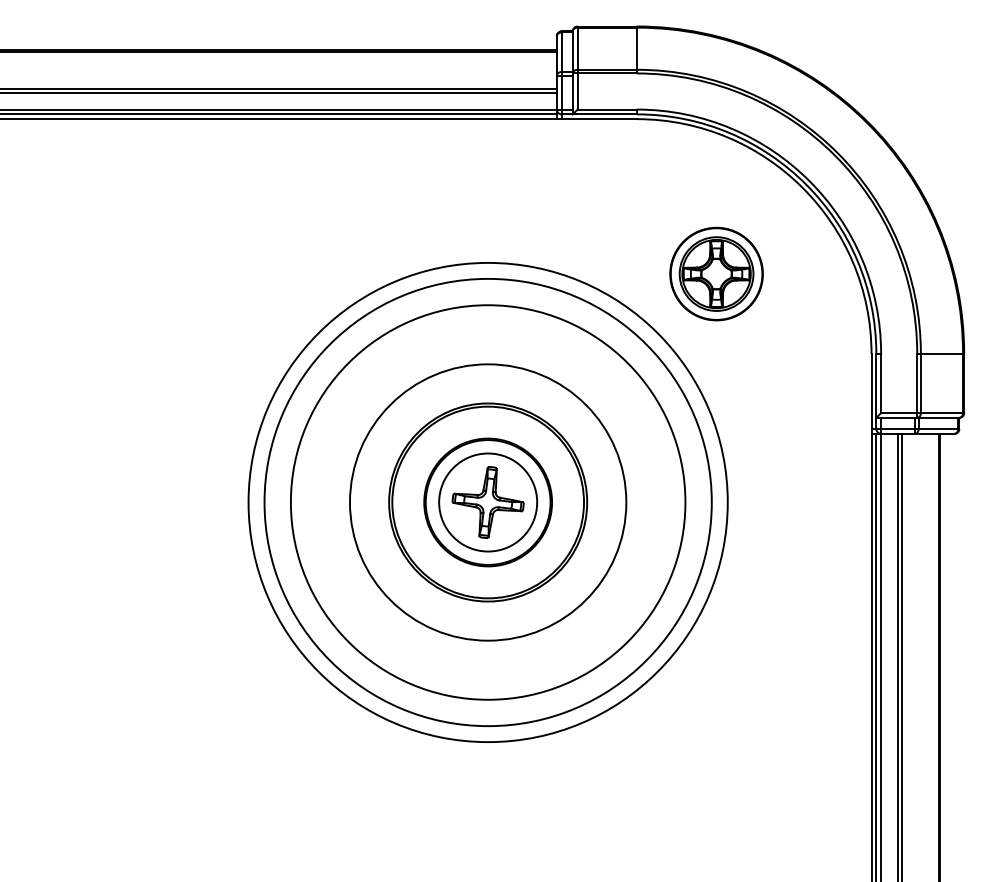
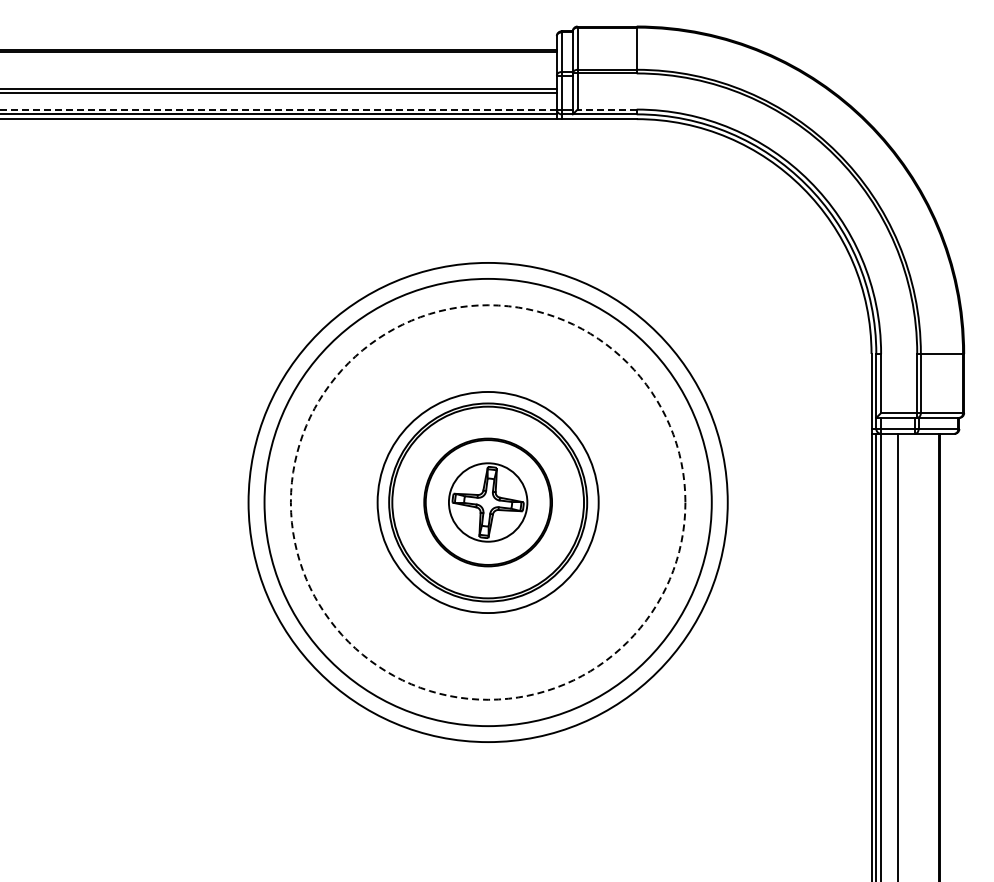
line at (278, 109): solid -> dashed
line at (607, 109): solid -> dashed
part at (716, 273): present -> none
circle at (487, 502): solid -> dashed
circle at (488, 502) diameter: 276 px -> 221 px
circle at (488, 502) diameter: 98 px -> 78 px
line at (901, 655): present -> none
